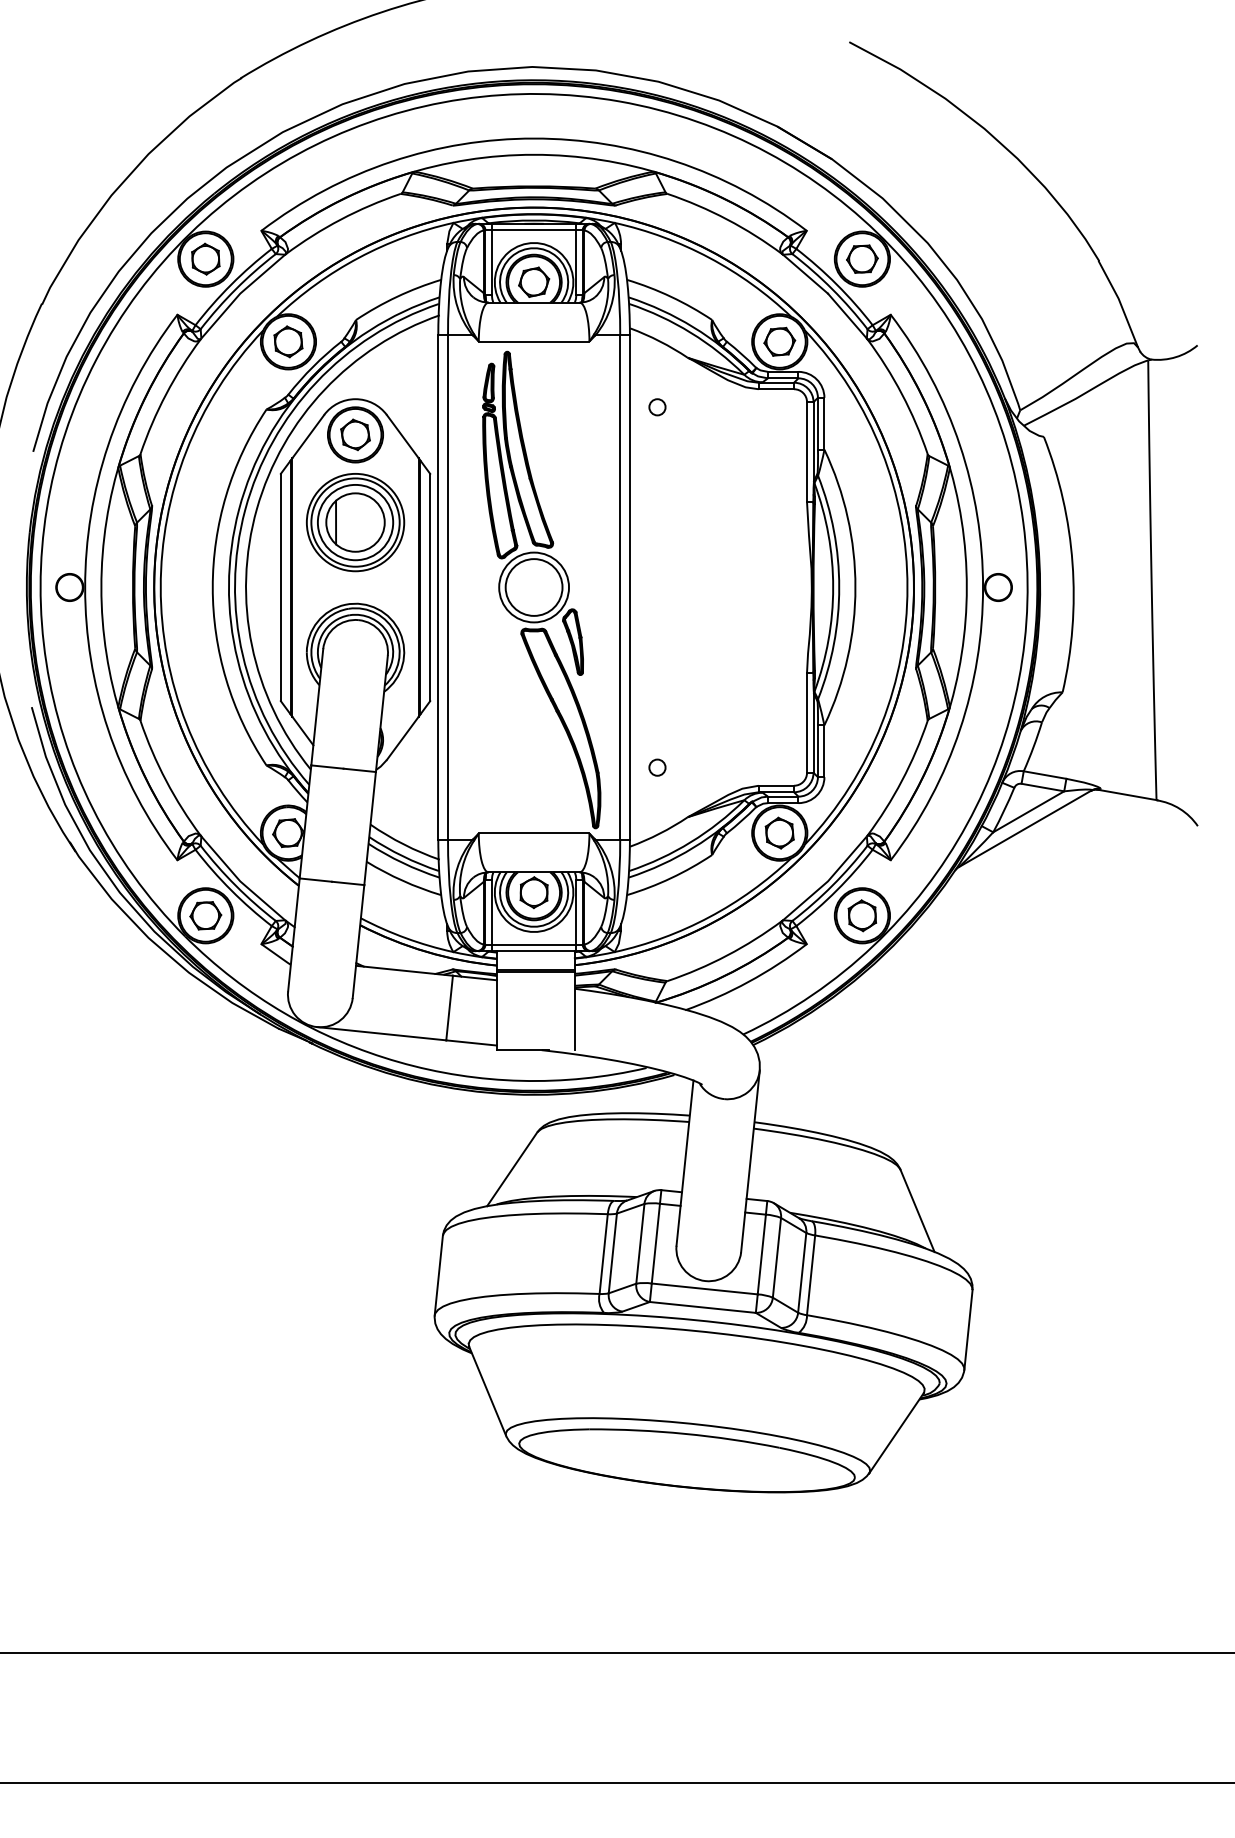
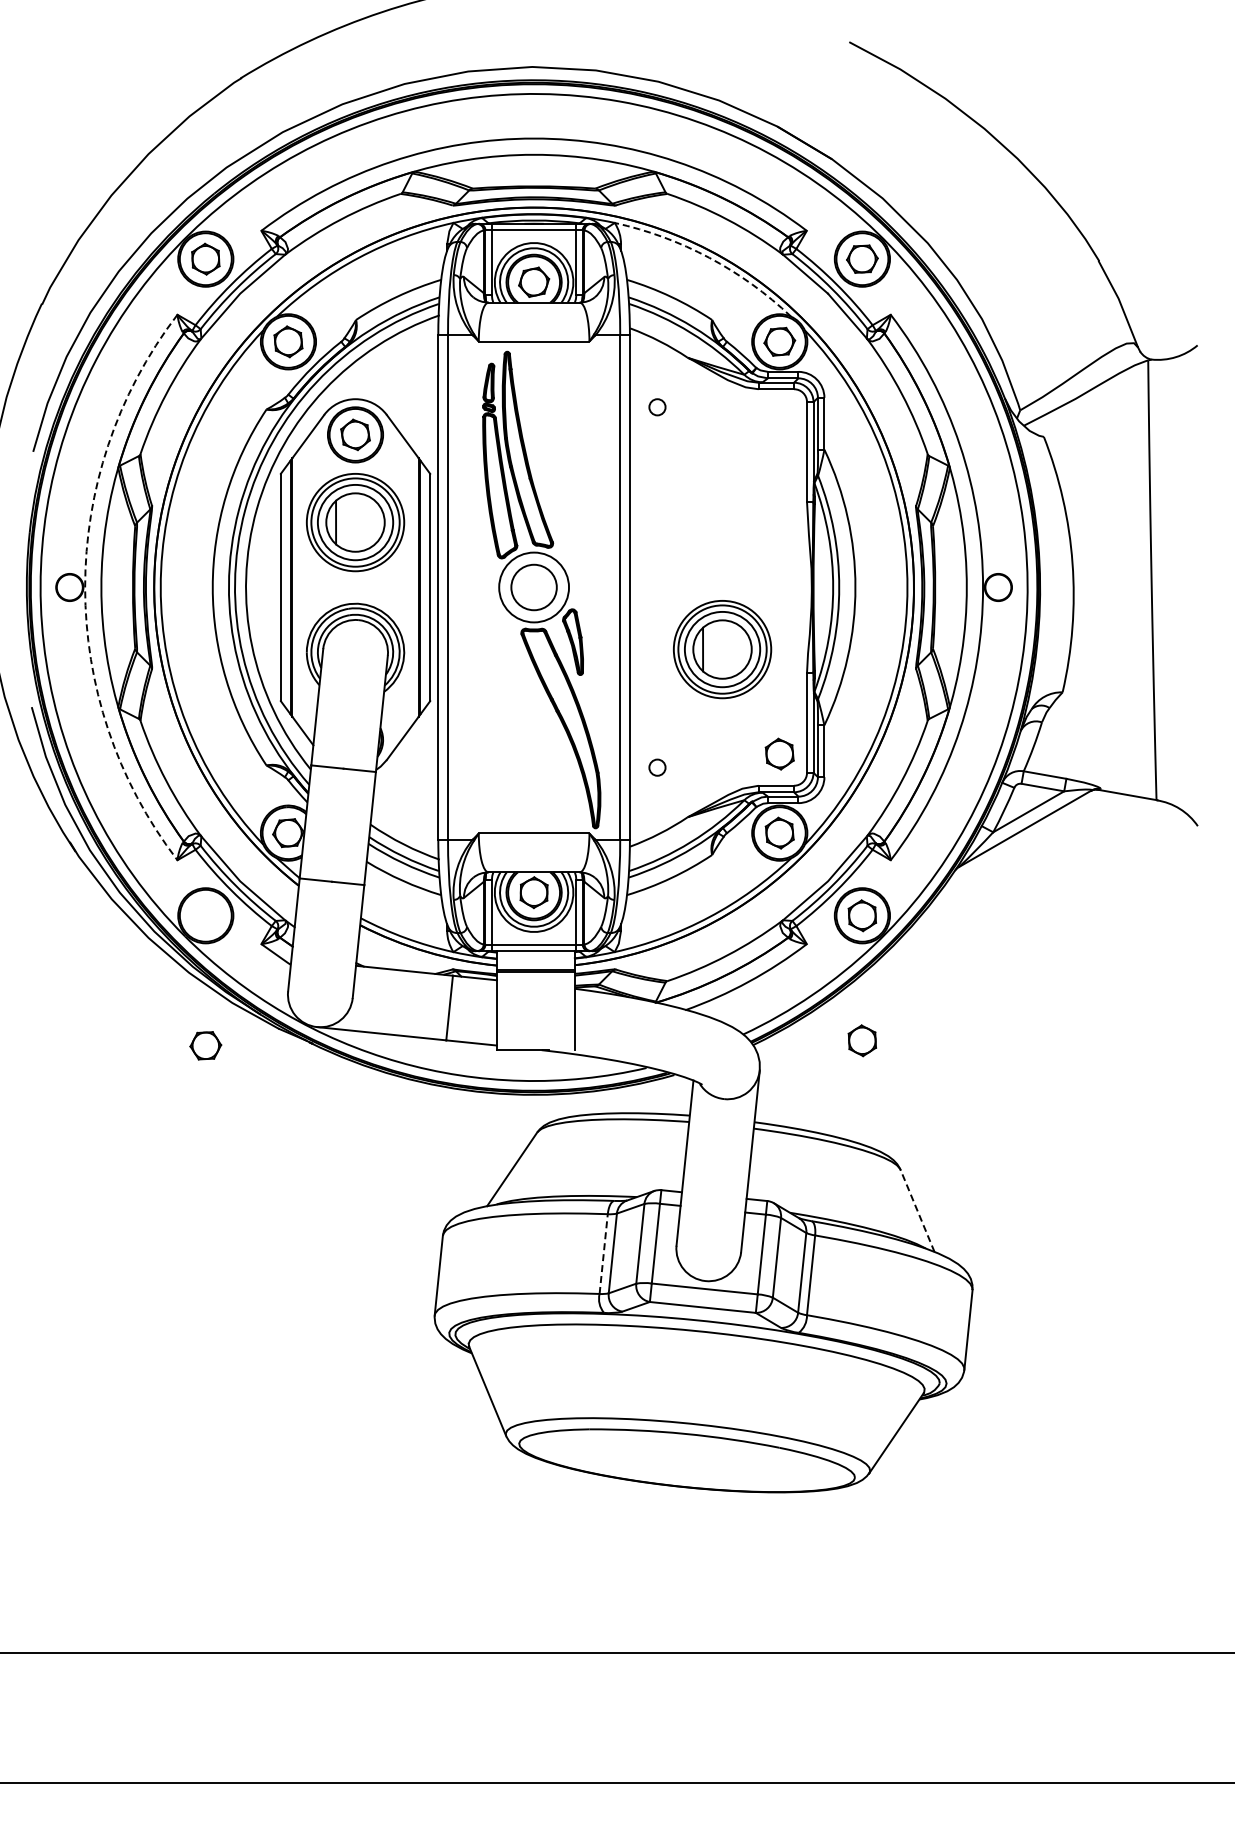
arc at (709, 257): solid -> dashed
arc at (85, 587): solid -> dashed
circle at (533, 587) diameter: 57 px -> 45 px
part at (722, 649): none -> present
part at (779, 753): none -> present
part at (205, 915) position: (205, 915) -> (205, 1045)
part at (861, 1040): none -> present
line at (917, 1210): solid -> dashed
line at (603, 1253): solid -> dashed
